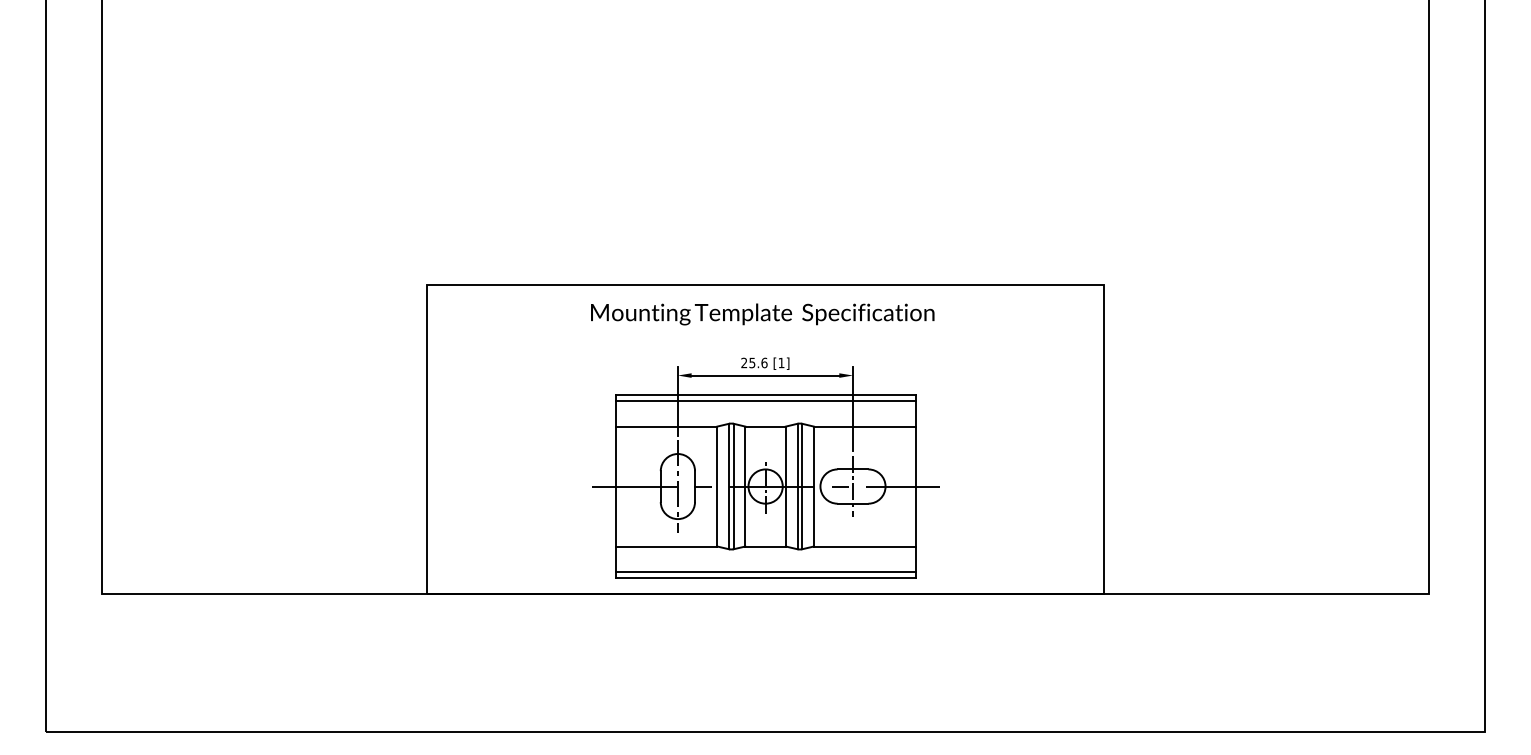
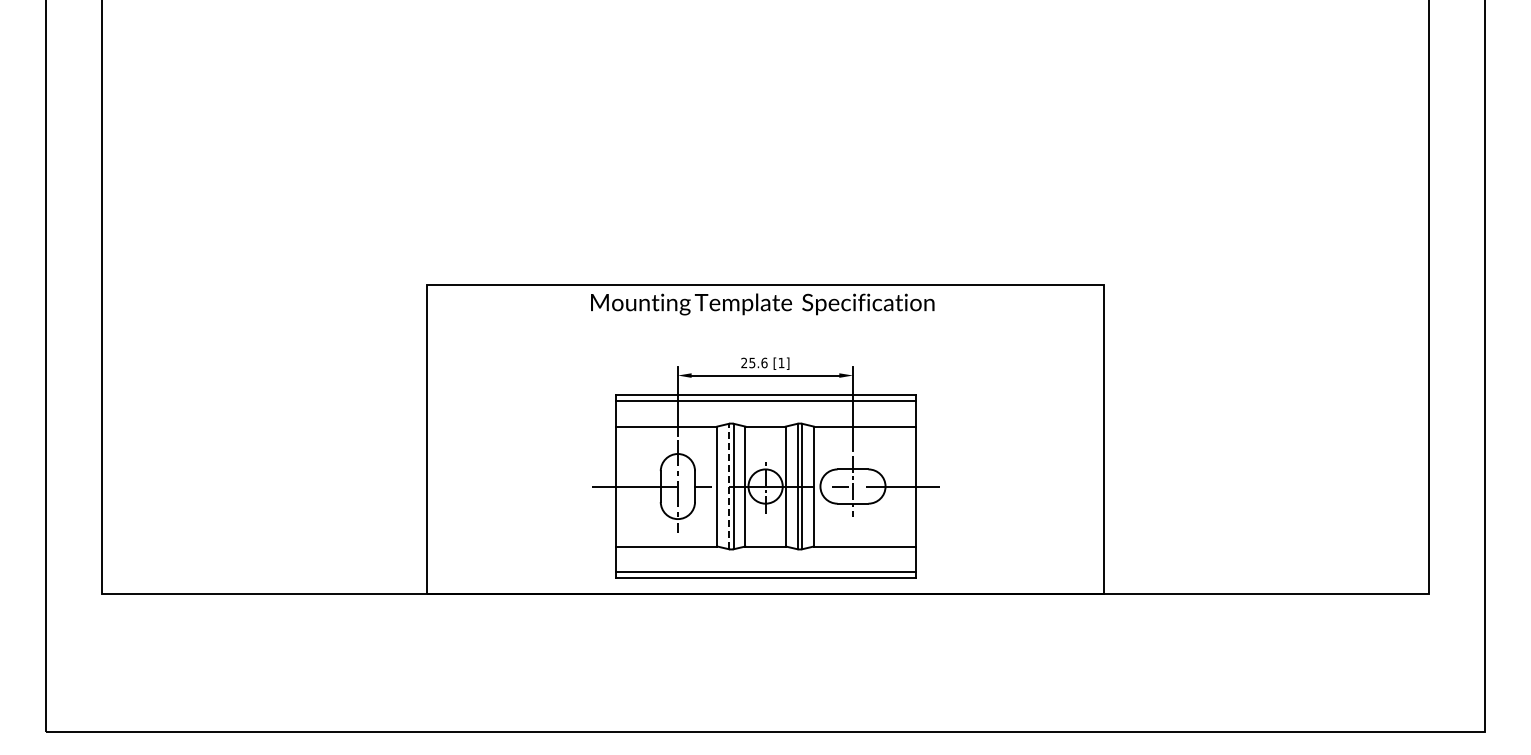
text at (762, 314) position: (762, 314) -> (762, 304)
line at (729, 486): solid -> dashed
